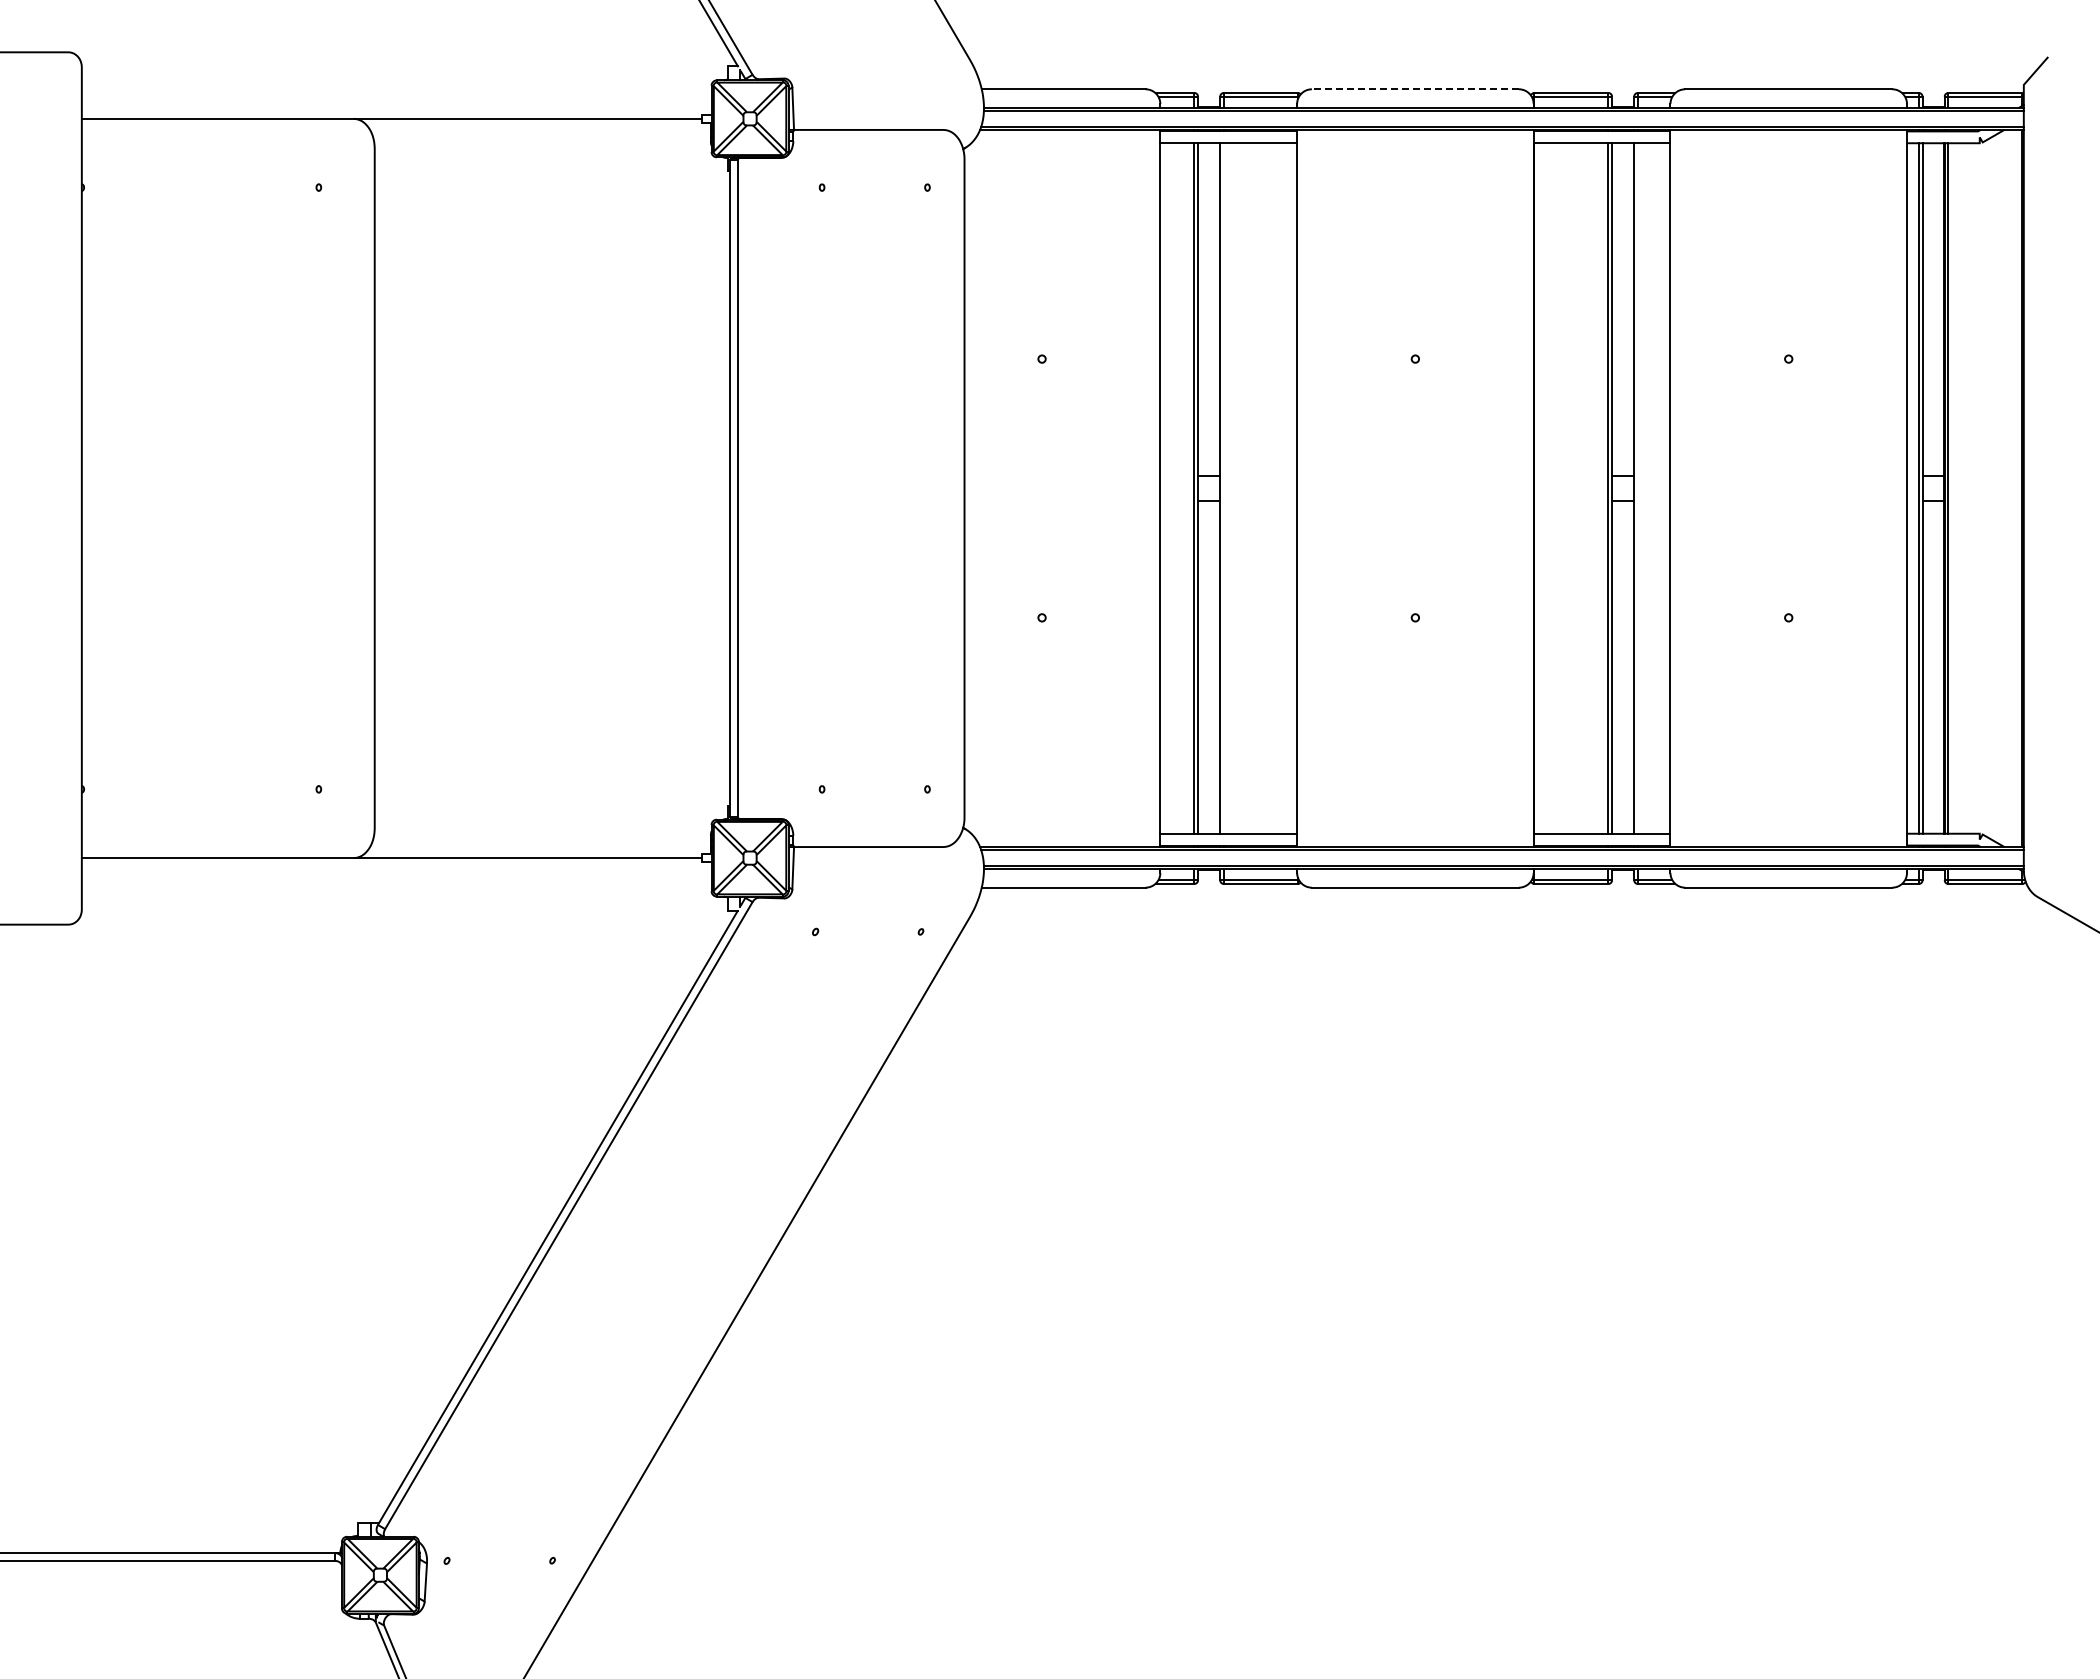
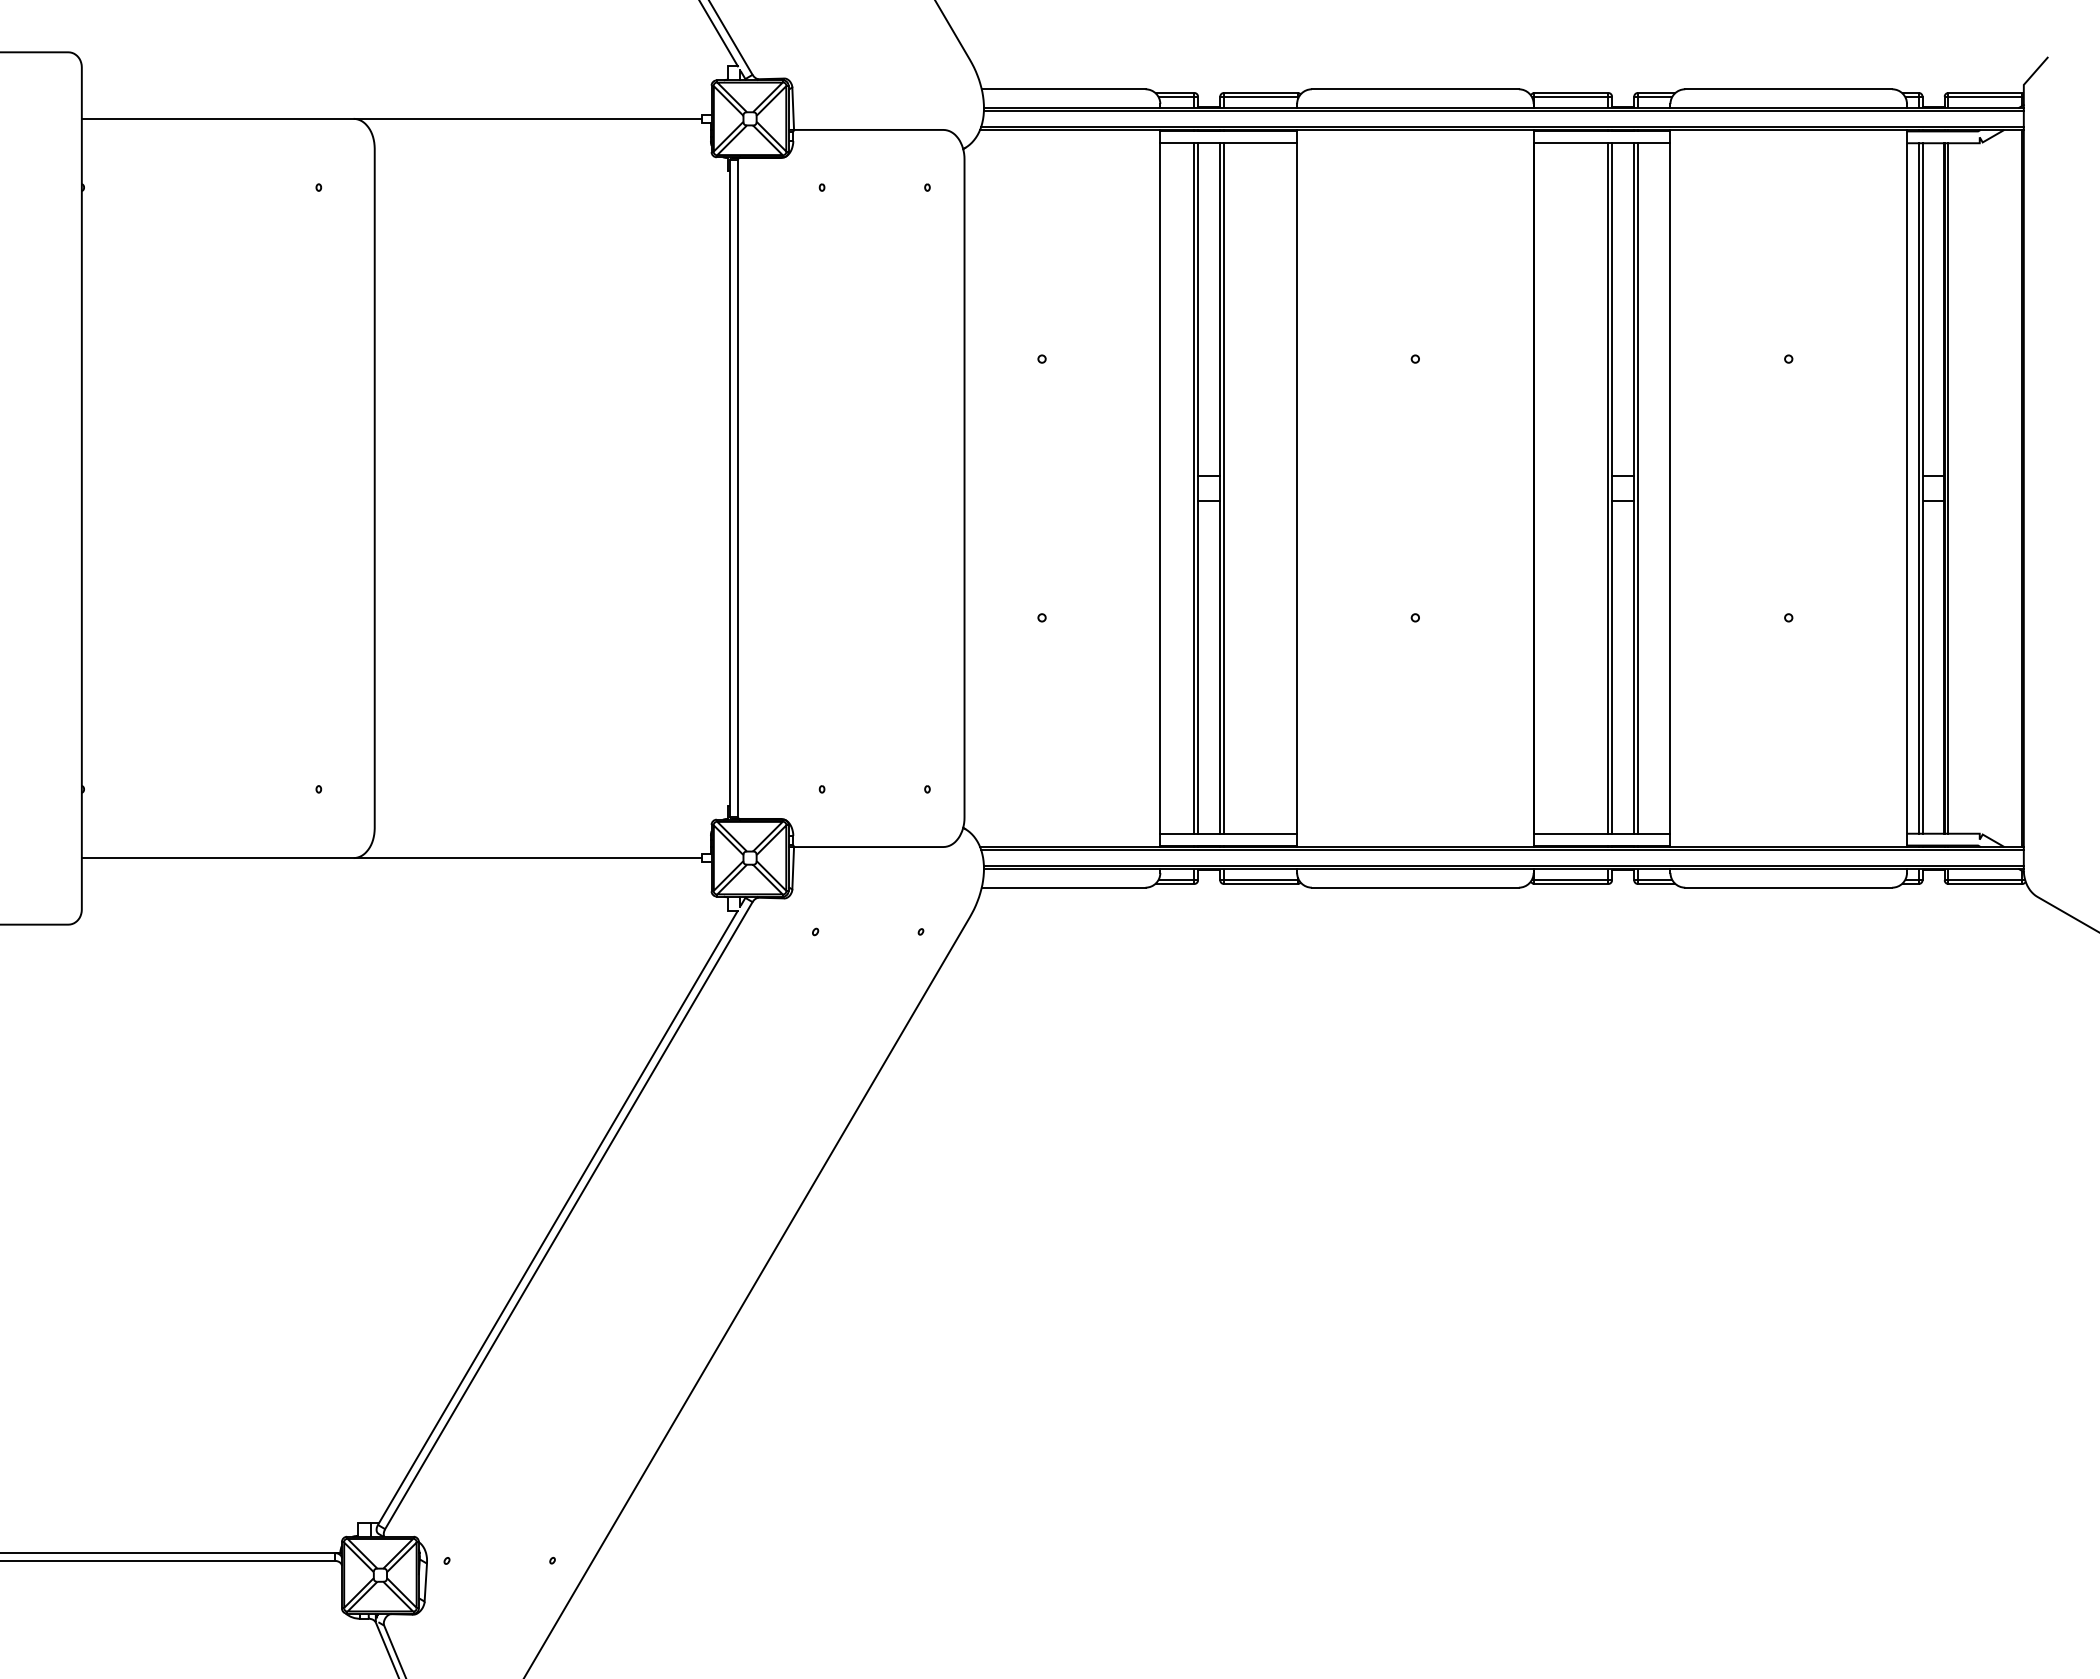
line at (1414, 89): dashed -> solid
line at (1223, 488): none -> present
line at (1637, 488): none -> present
